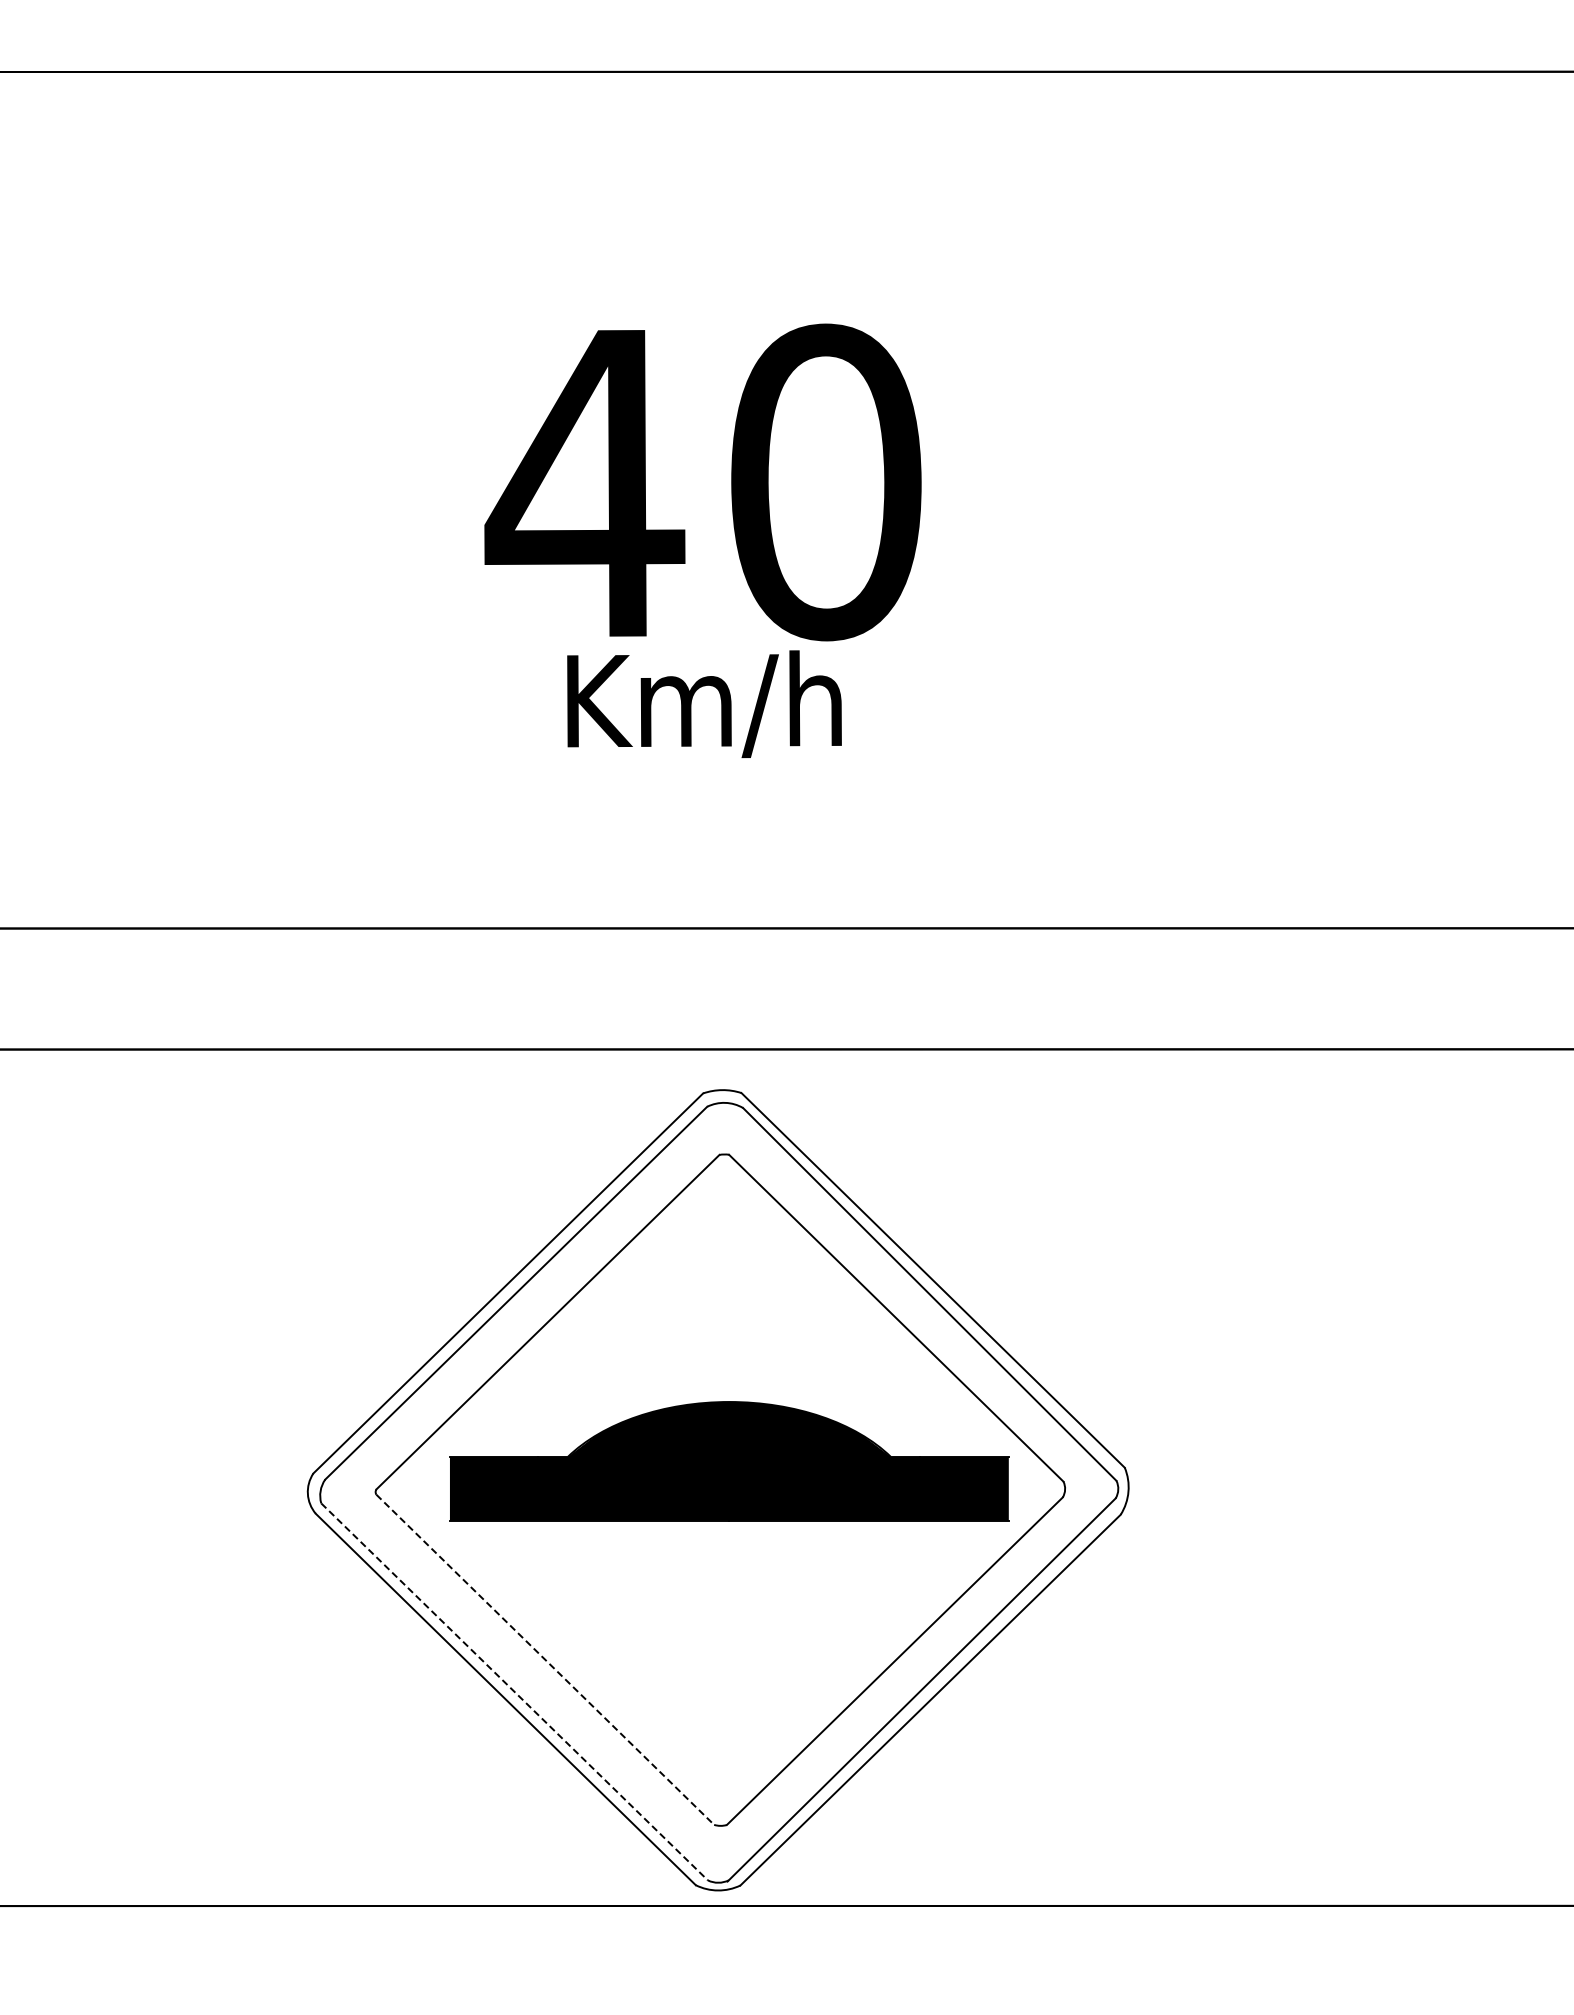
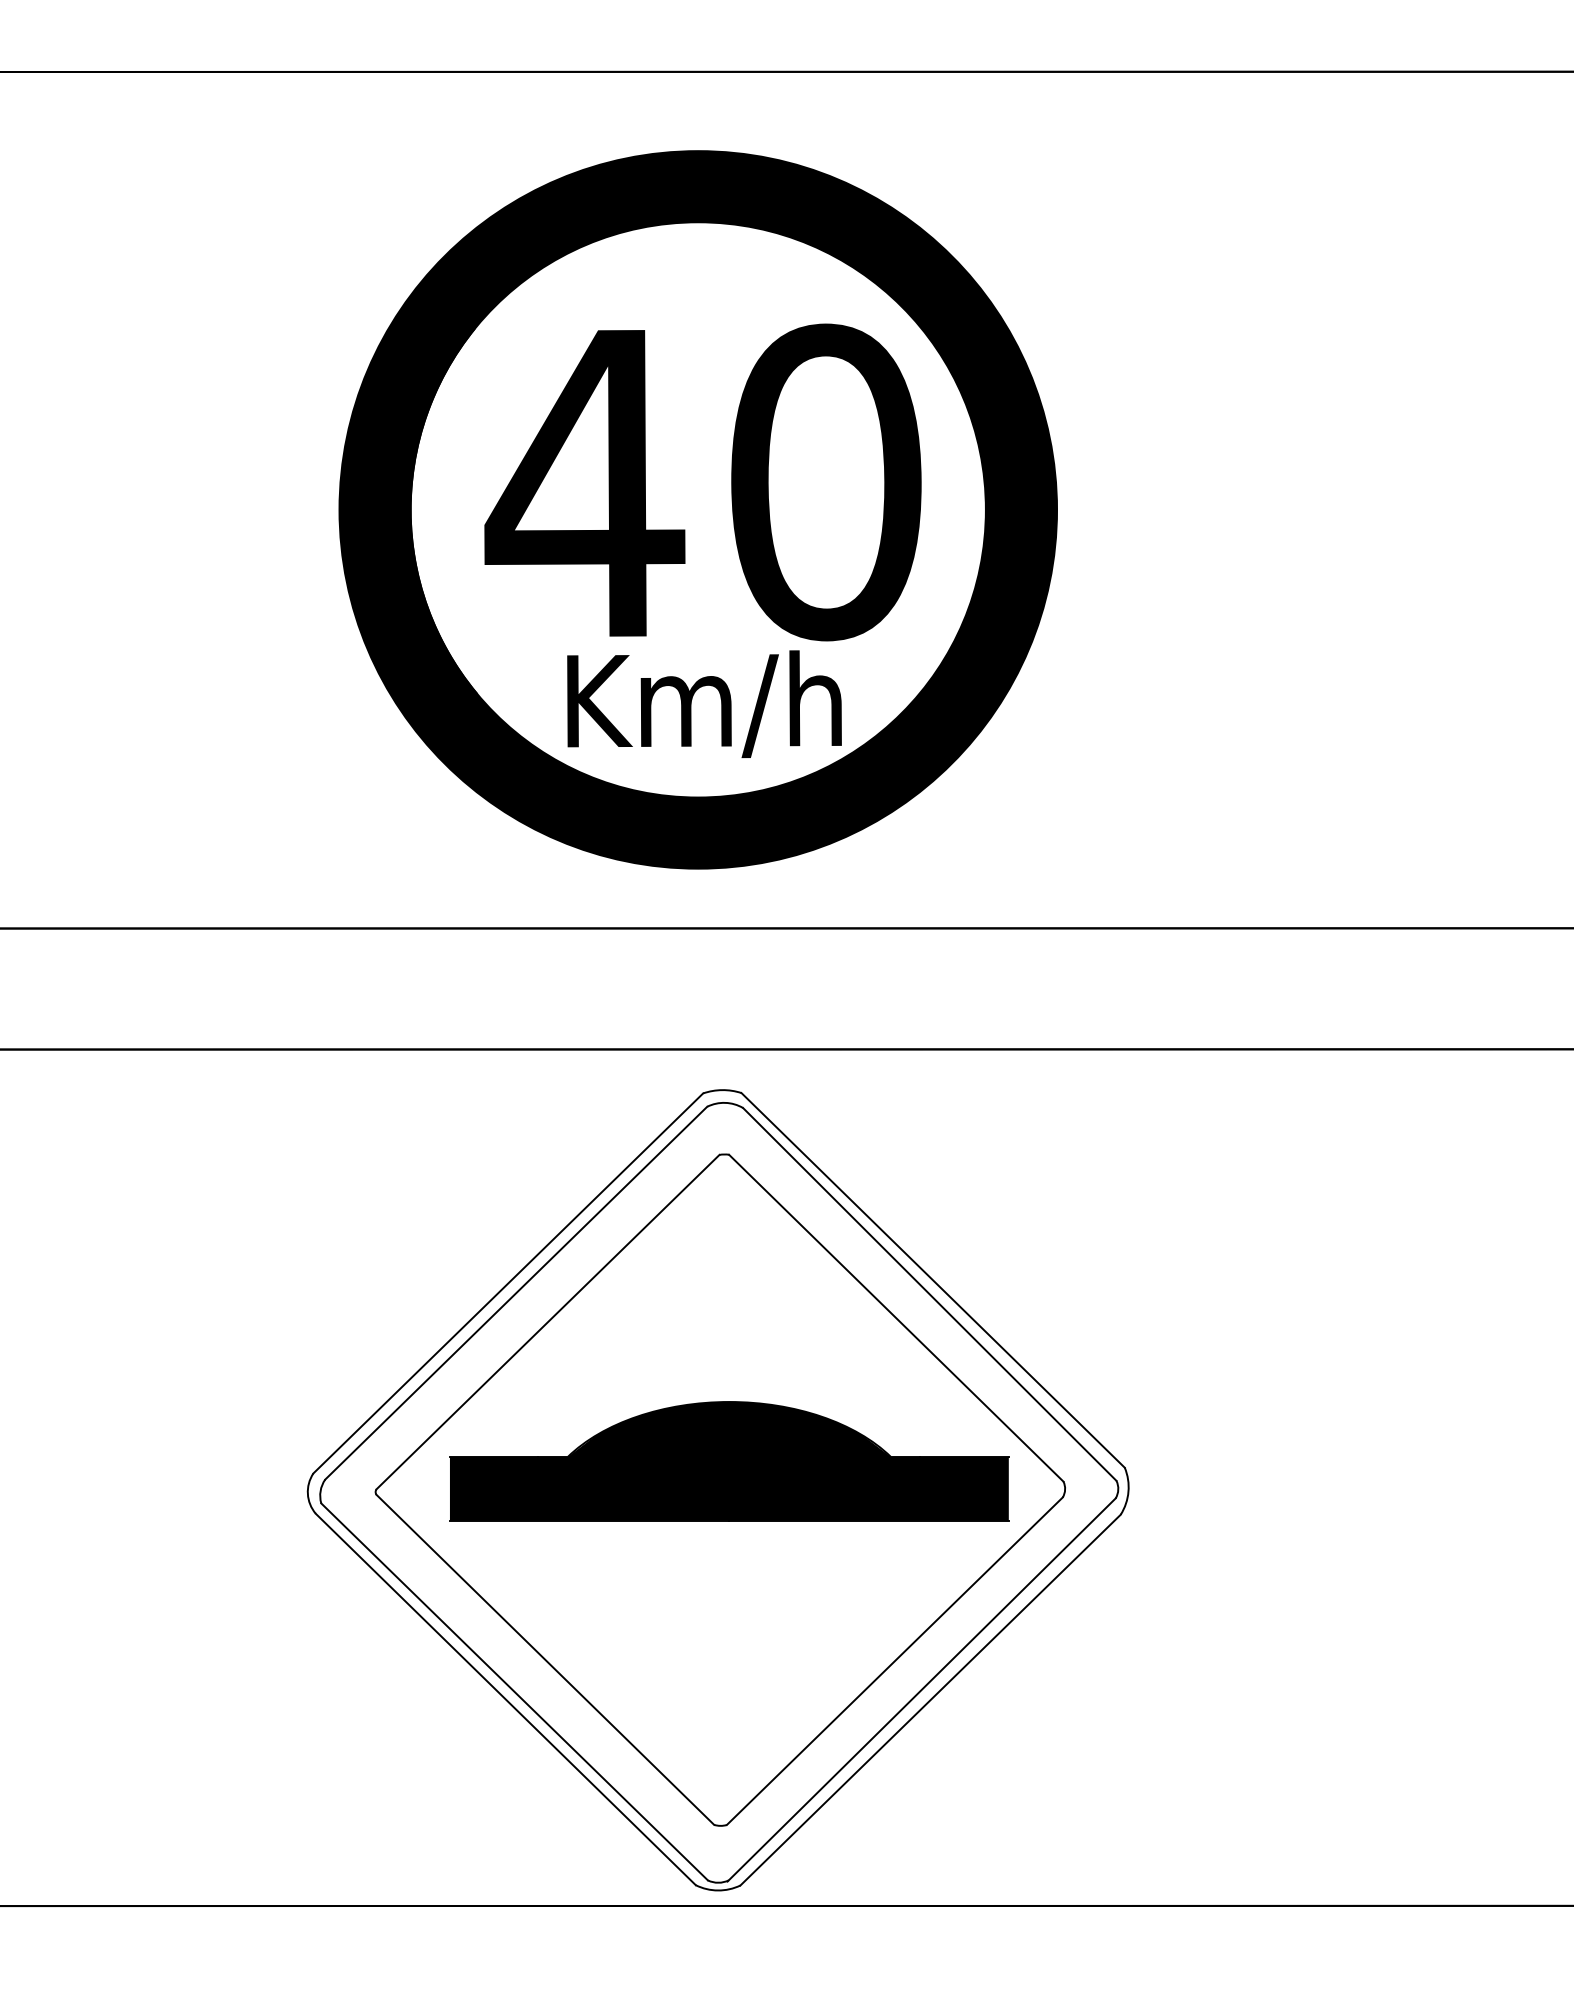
part at (697, 509): none -> present
line at (545, 1660): dashed -> solid
line at (514, 1691): dashed -> solid
